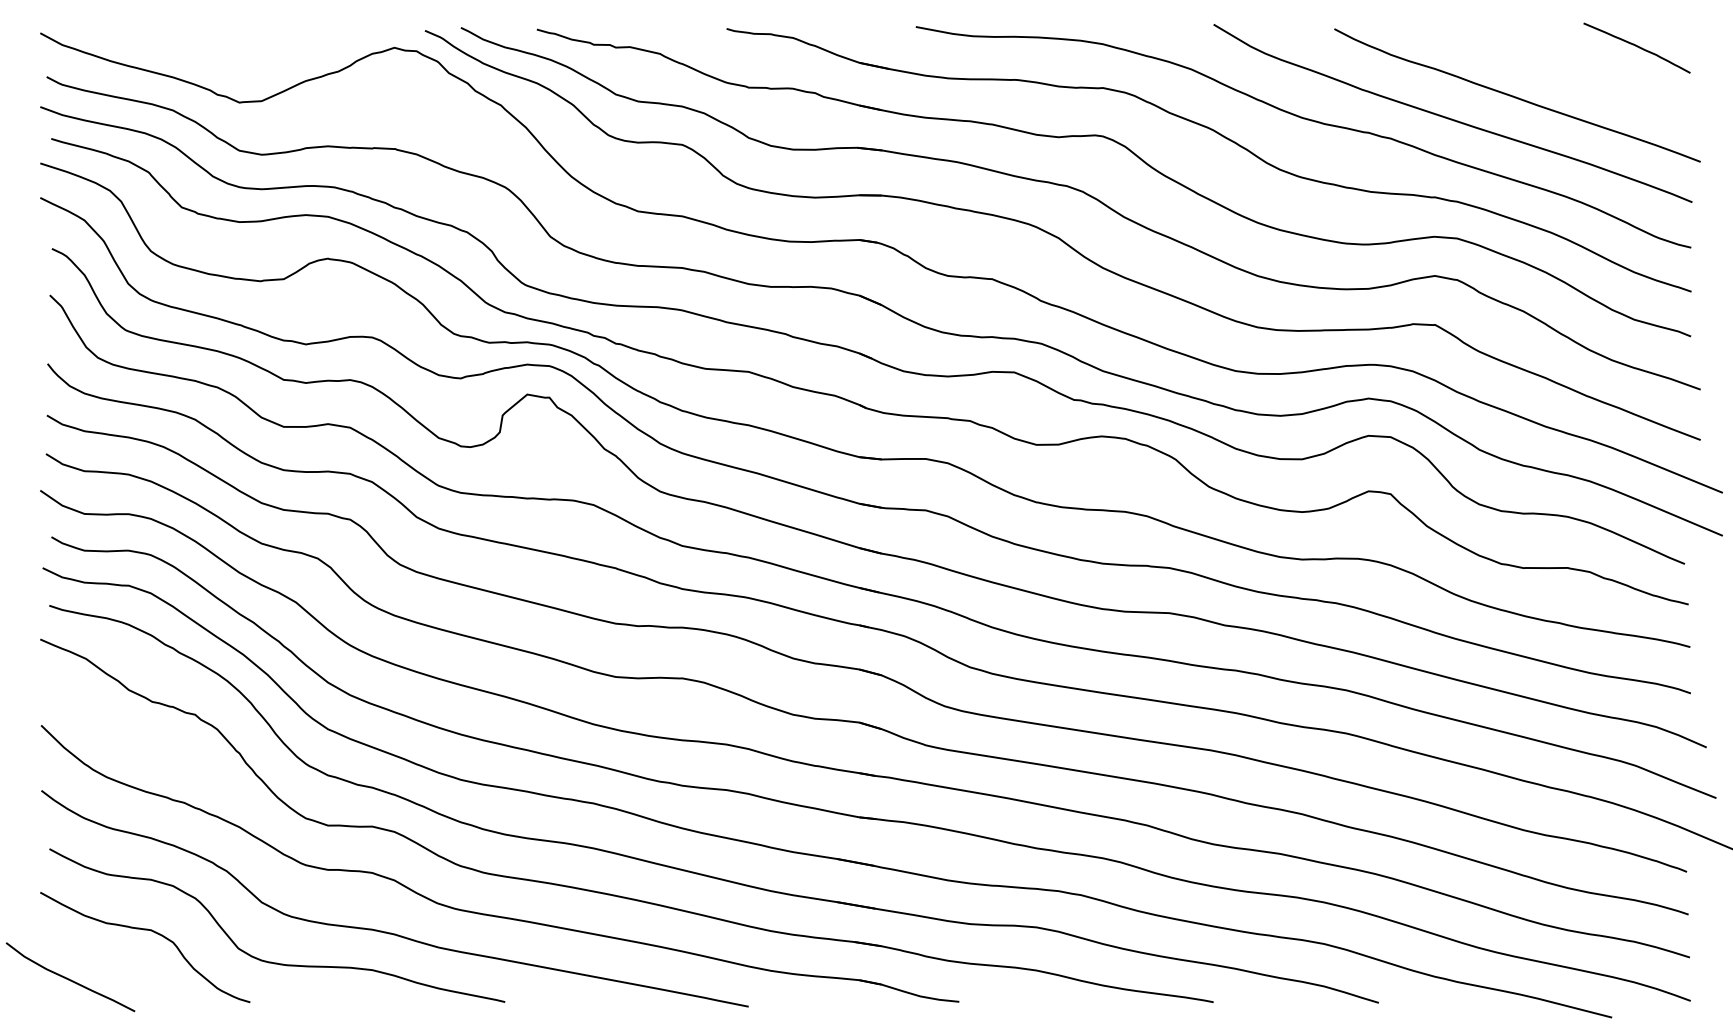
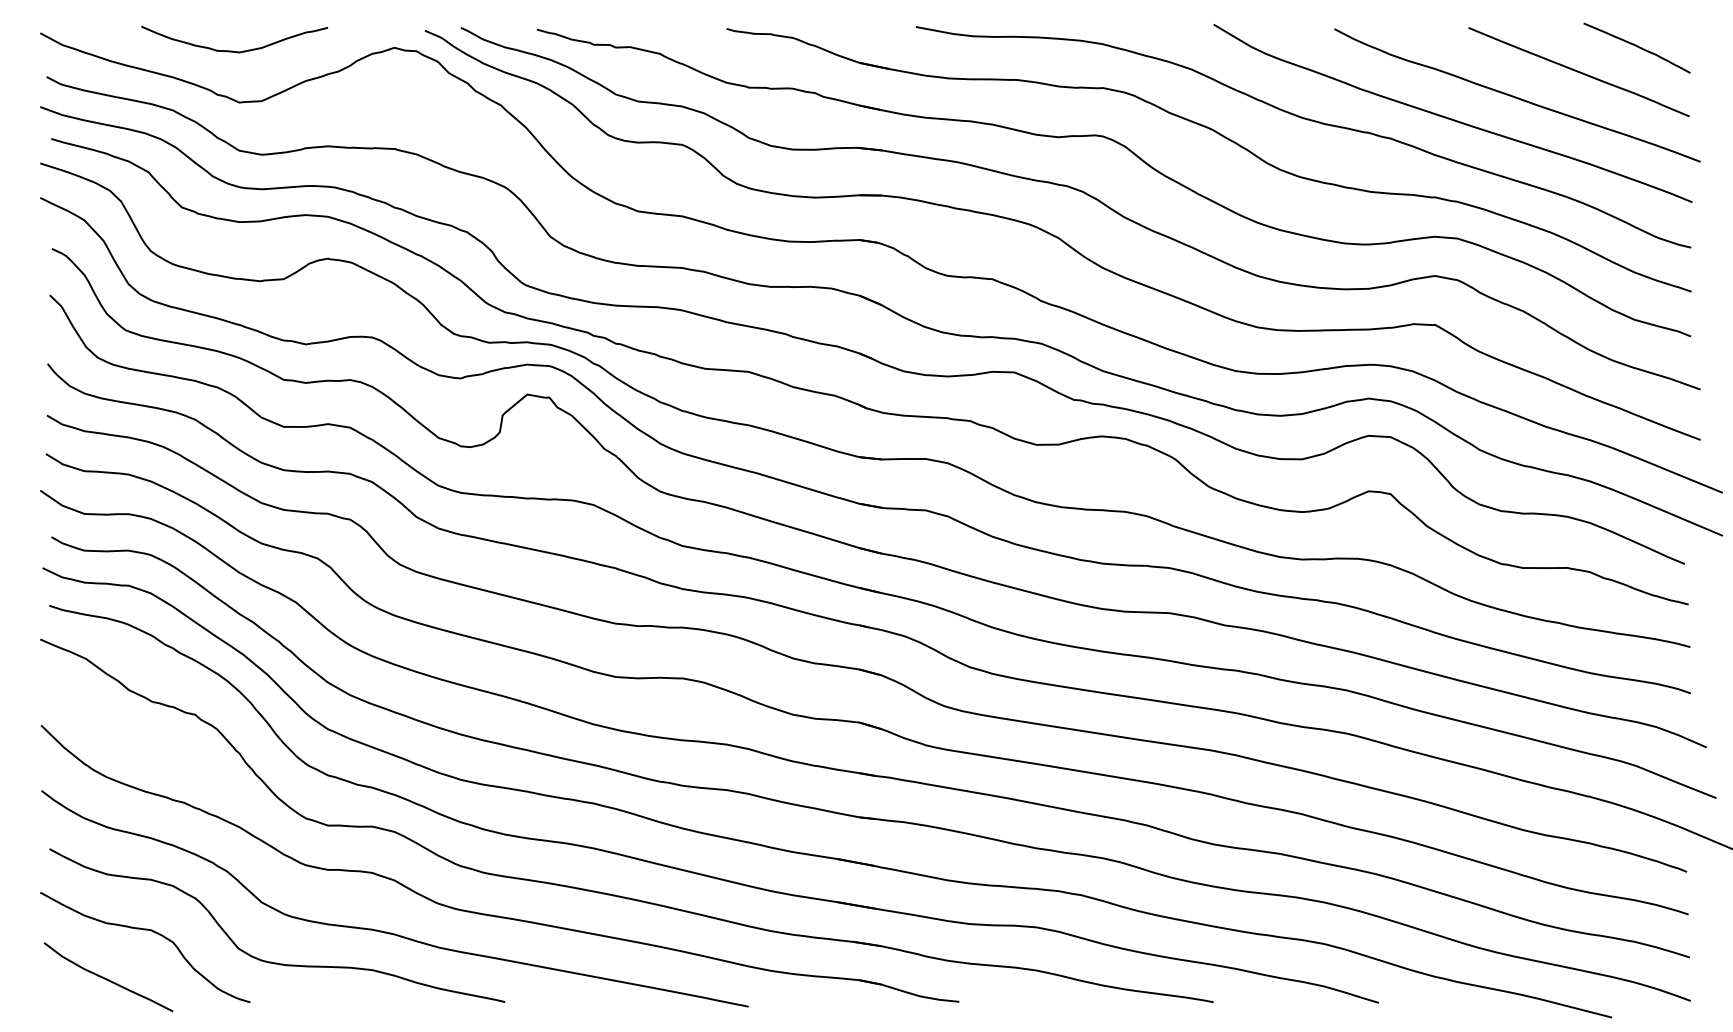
curve at (233, 50): none -> present
curve at (1578, 72): none -> present
curve at (69, 978) position: (69, 978) -> (107, 978)
